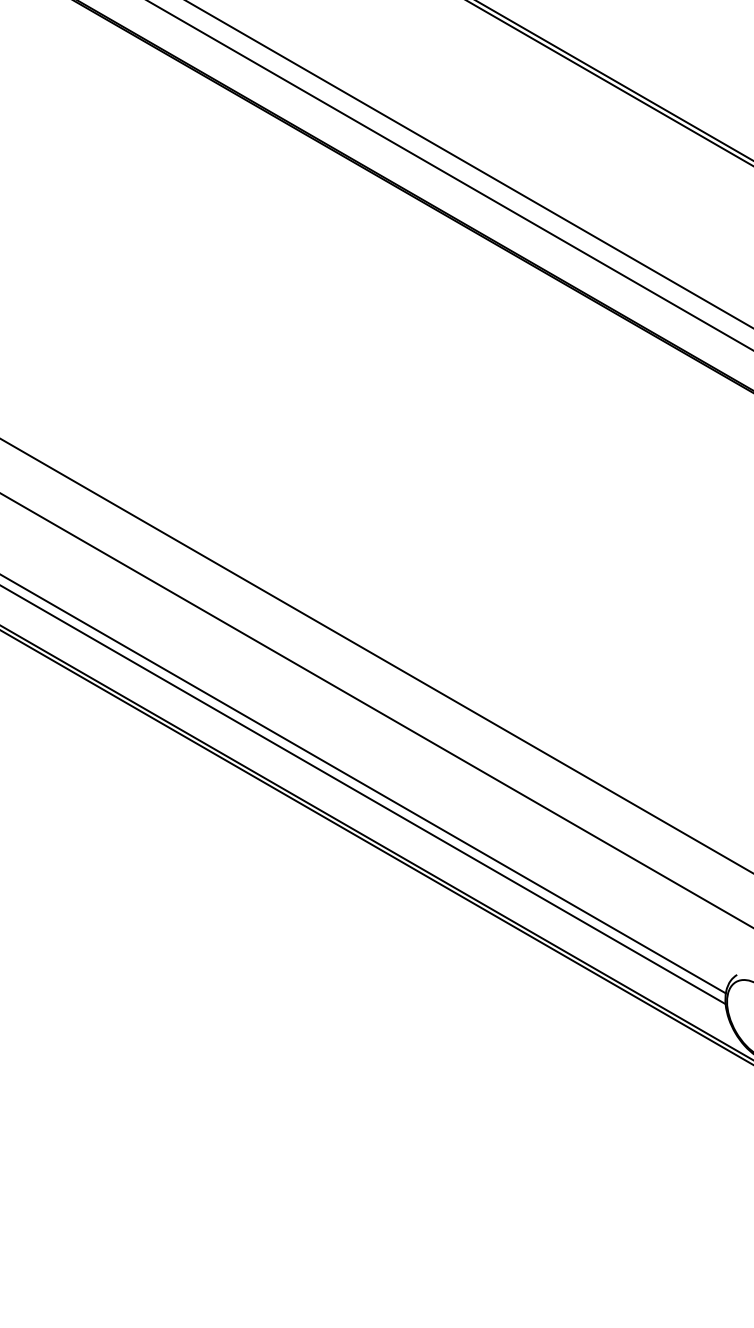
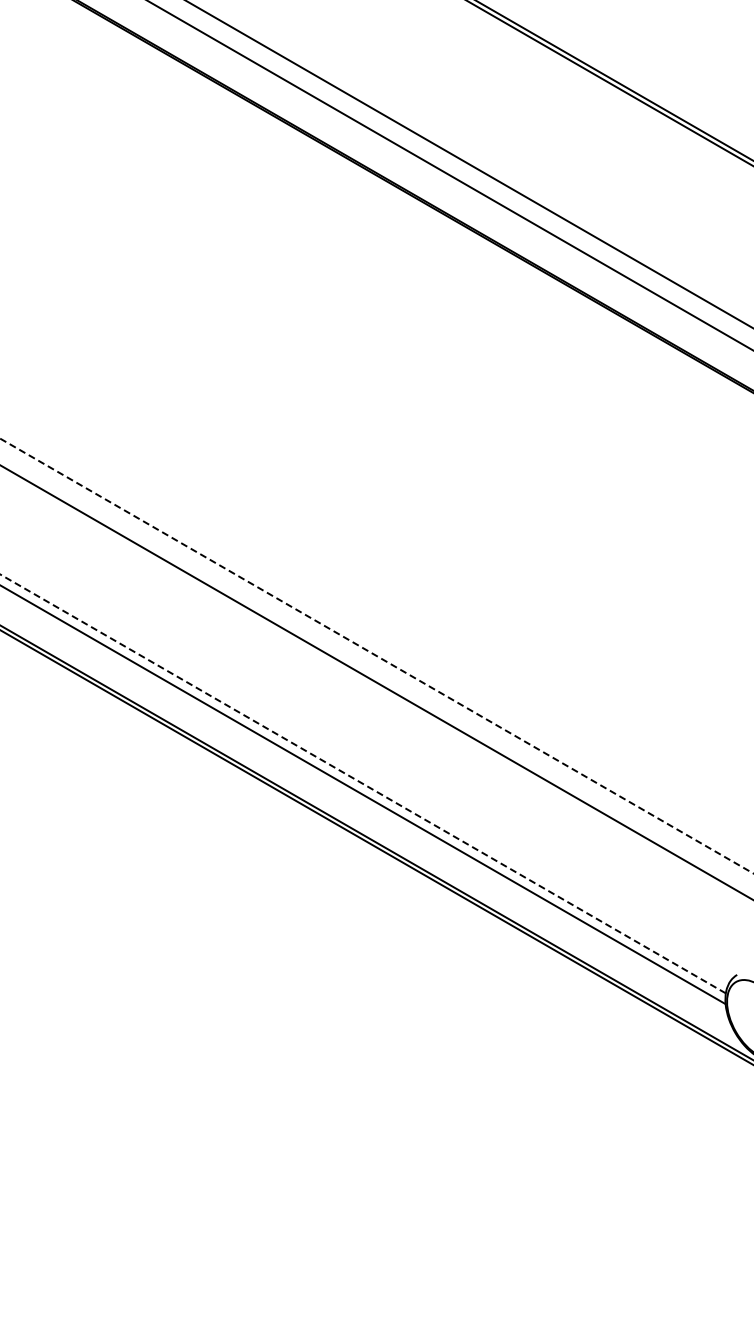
line at (377, 656): solid -> dashed
line at (376, 710) position: (376, 710) -> (376, 682)
line at (363, 783): solid -> dashed
